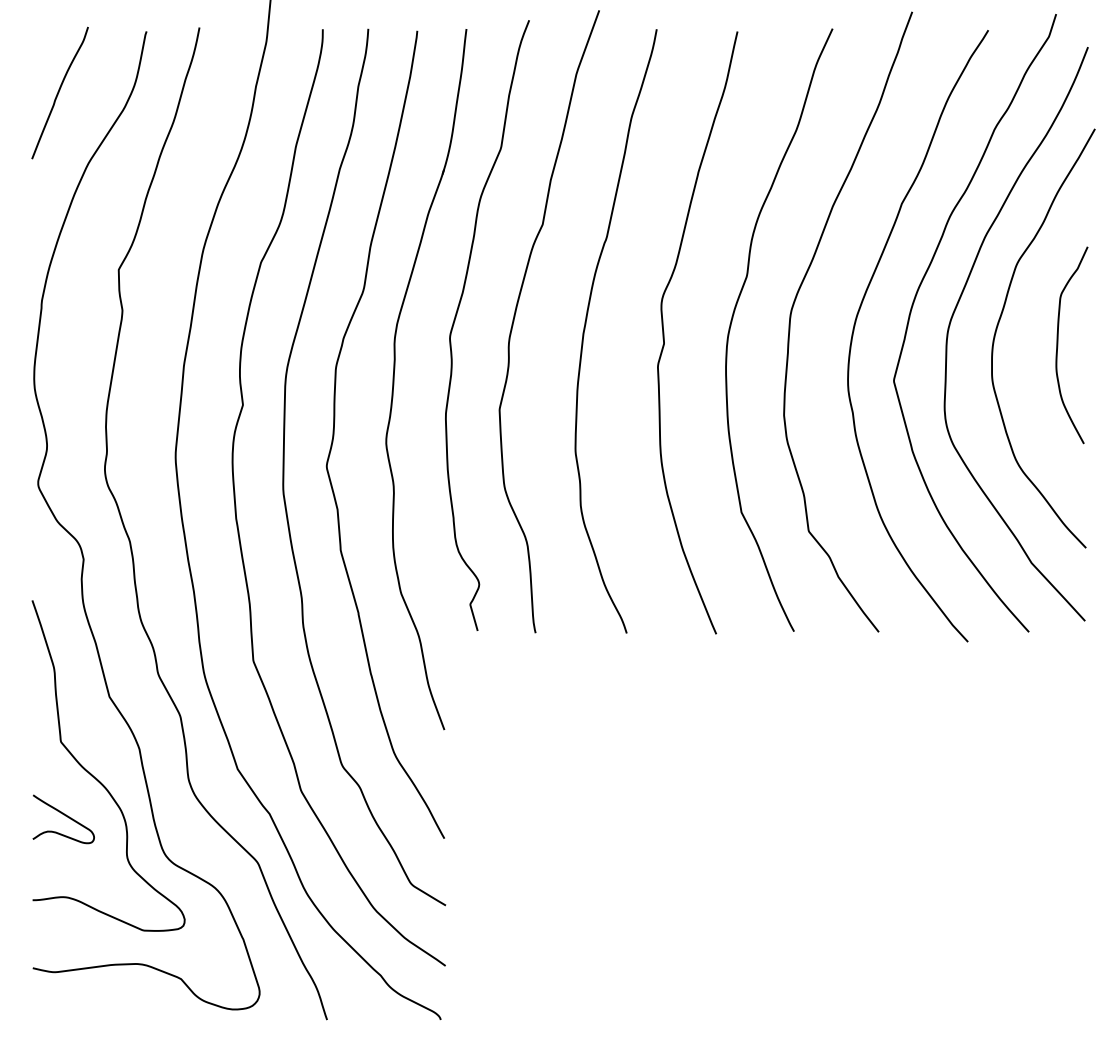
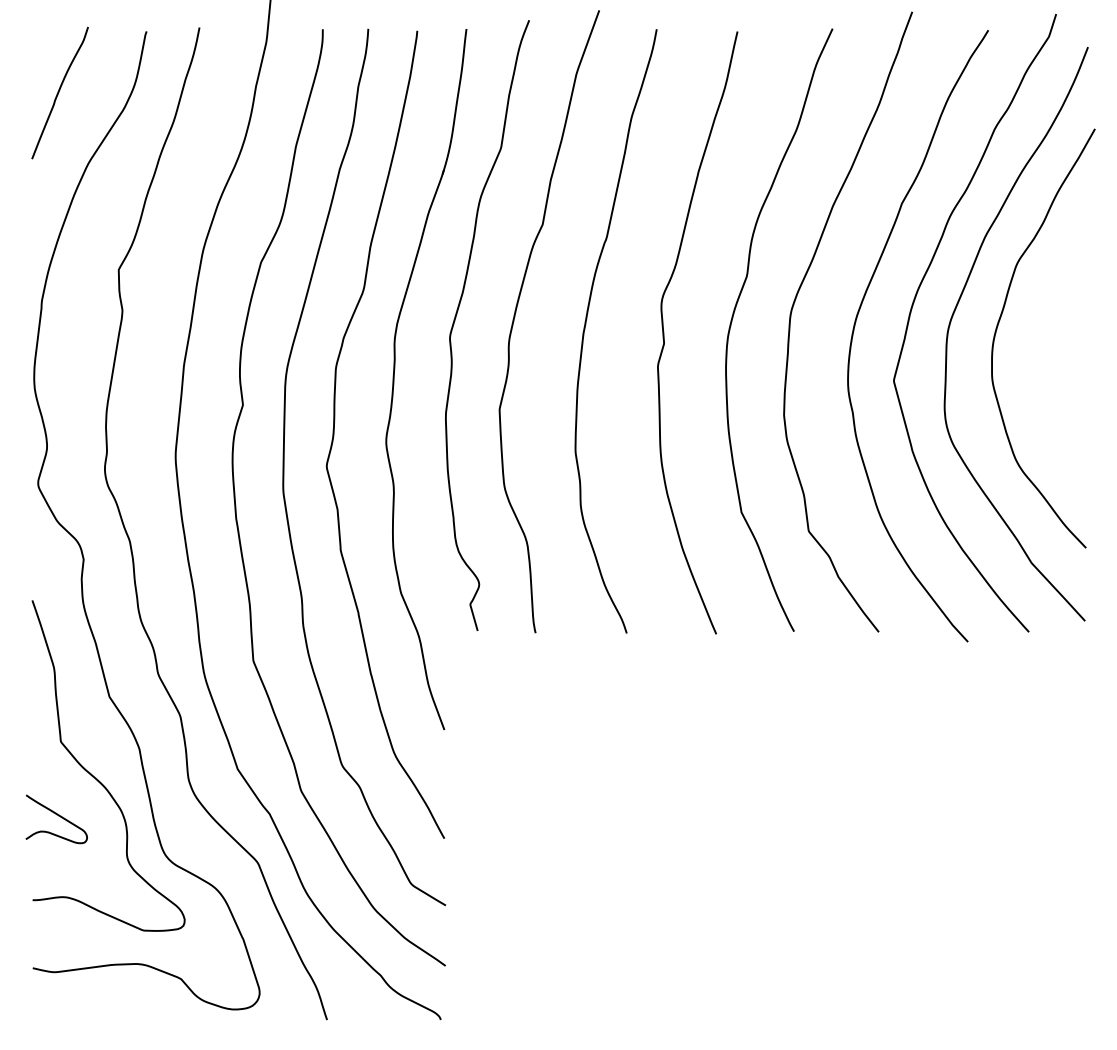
curve at (1058, 345): present -> none
curve at (65, 816) position: (65, 816) -> (58, 816)
